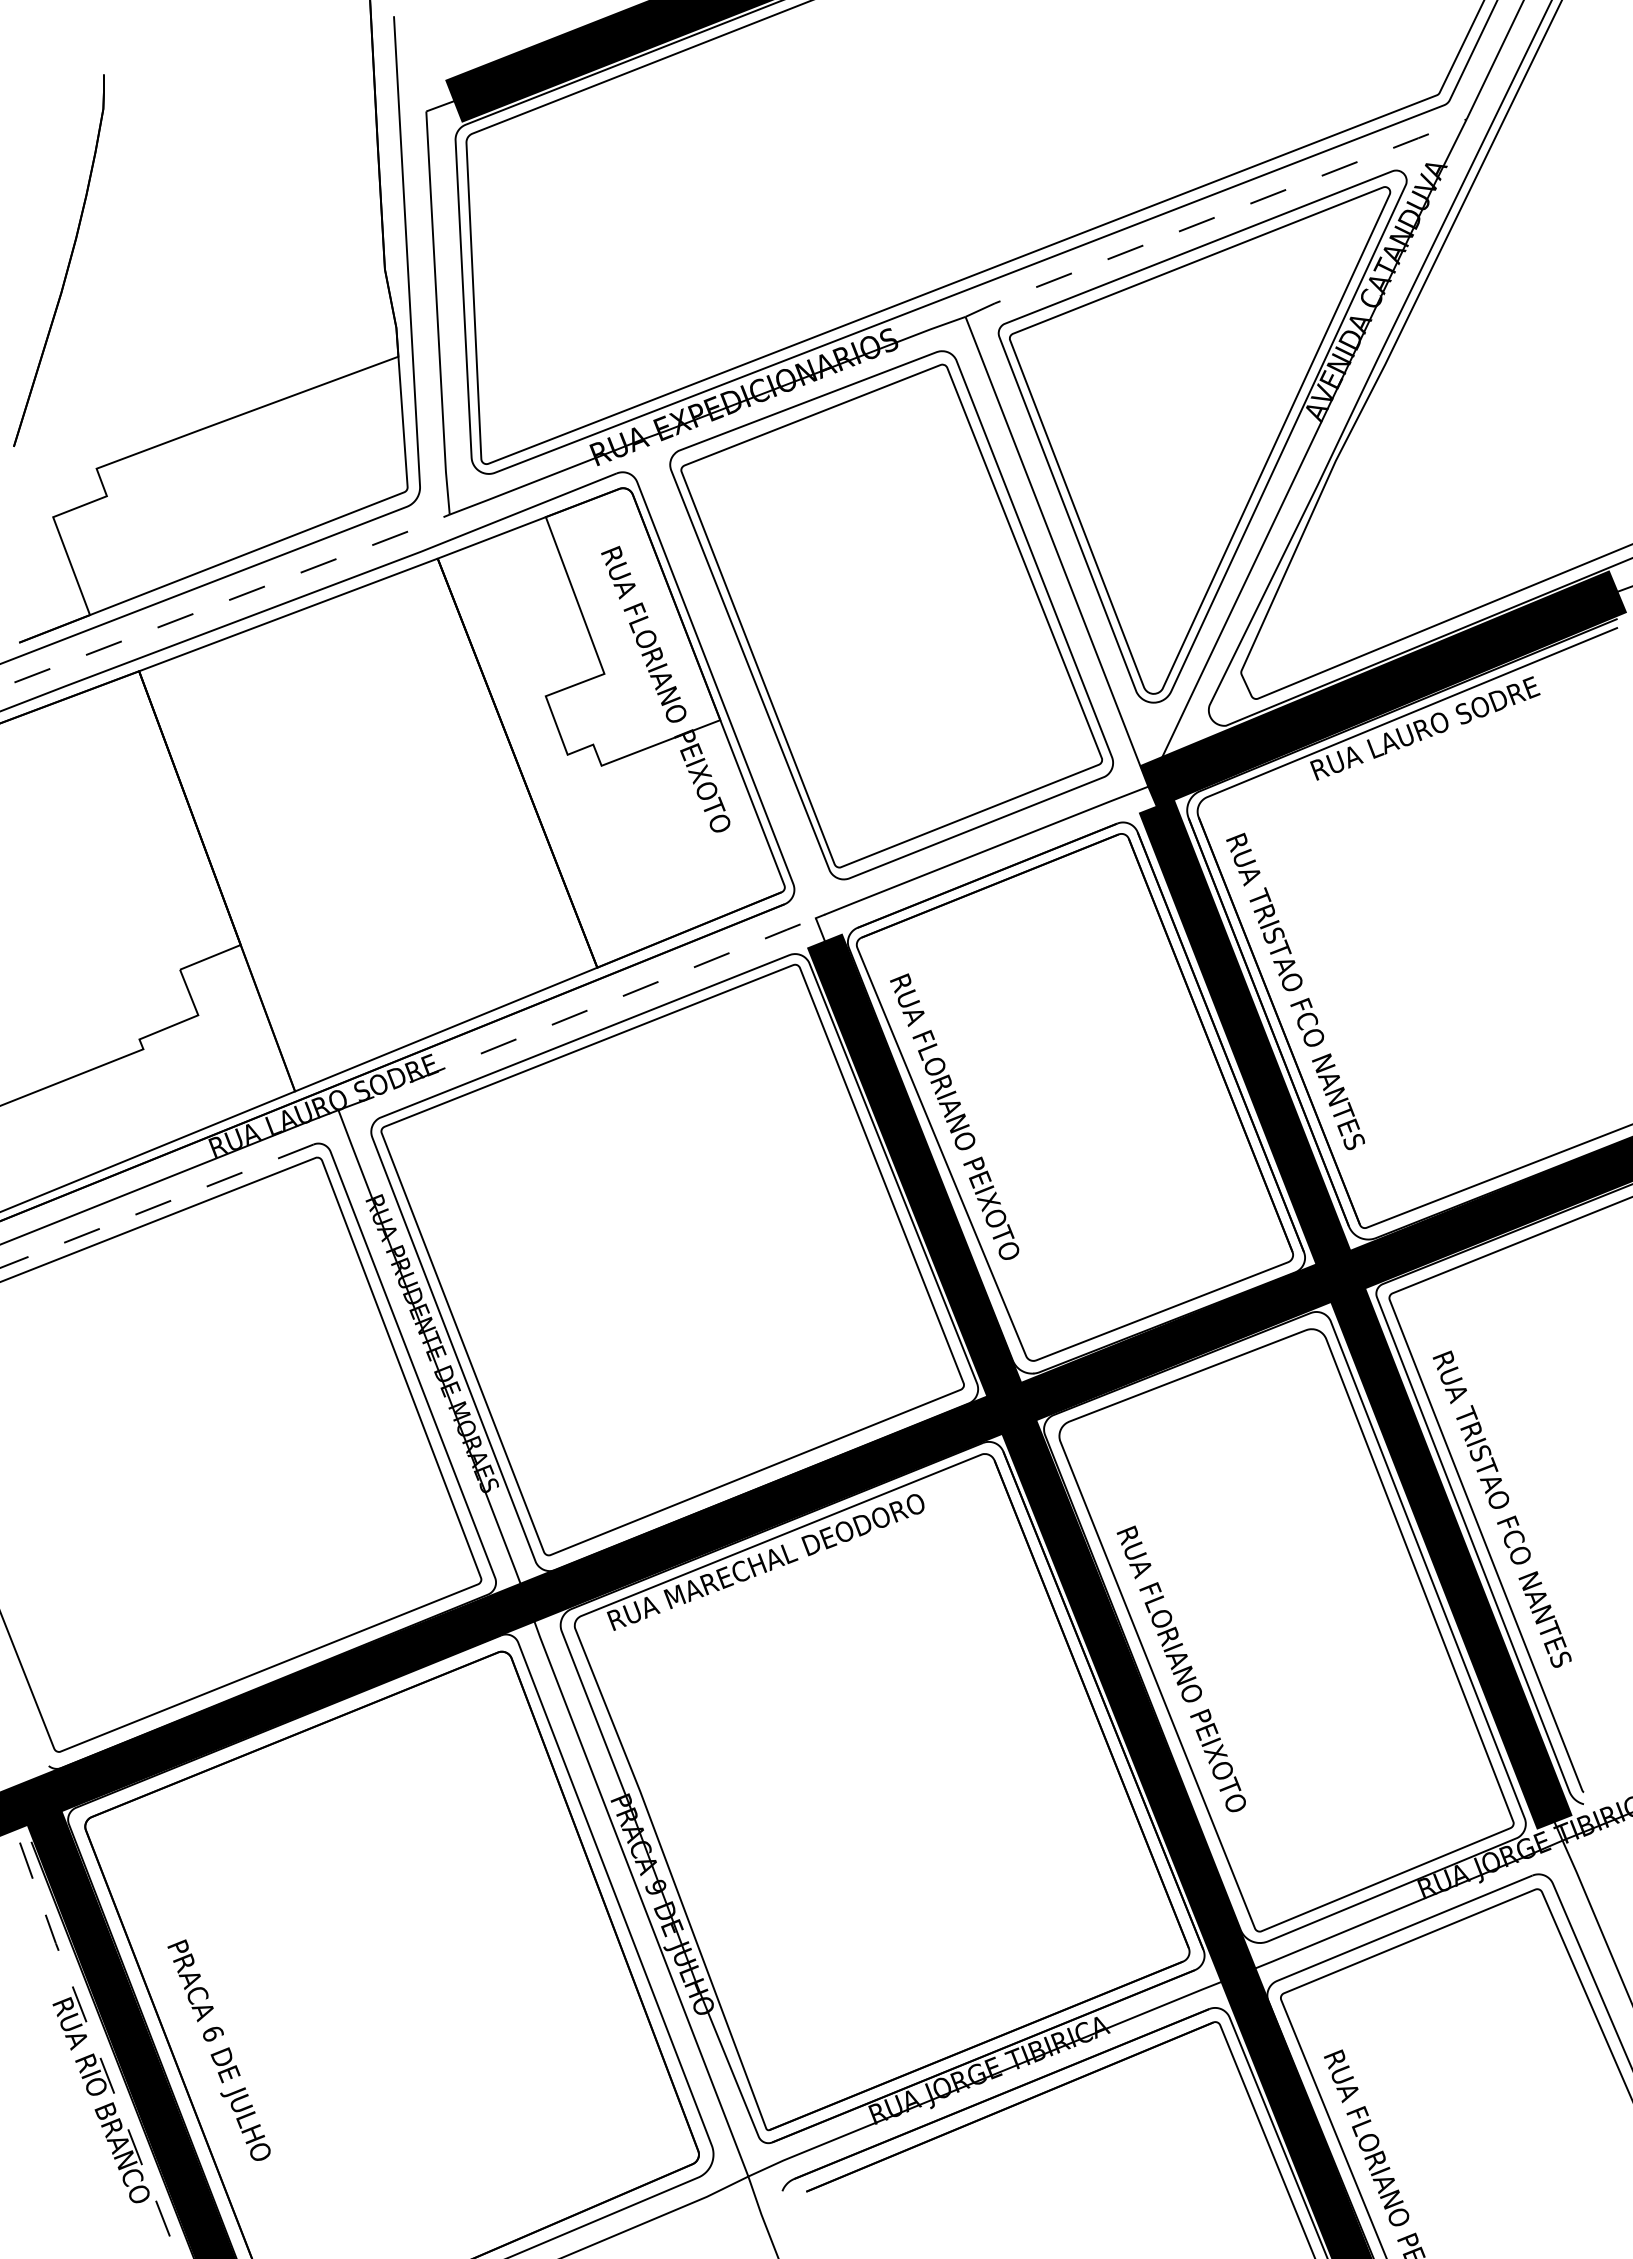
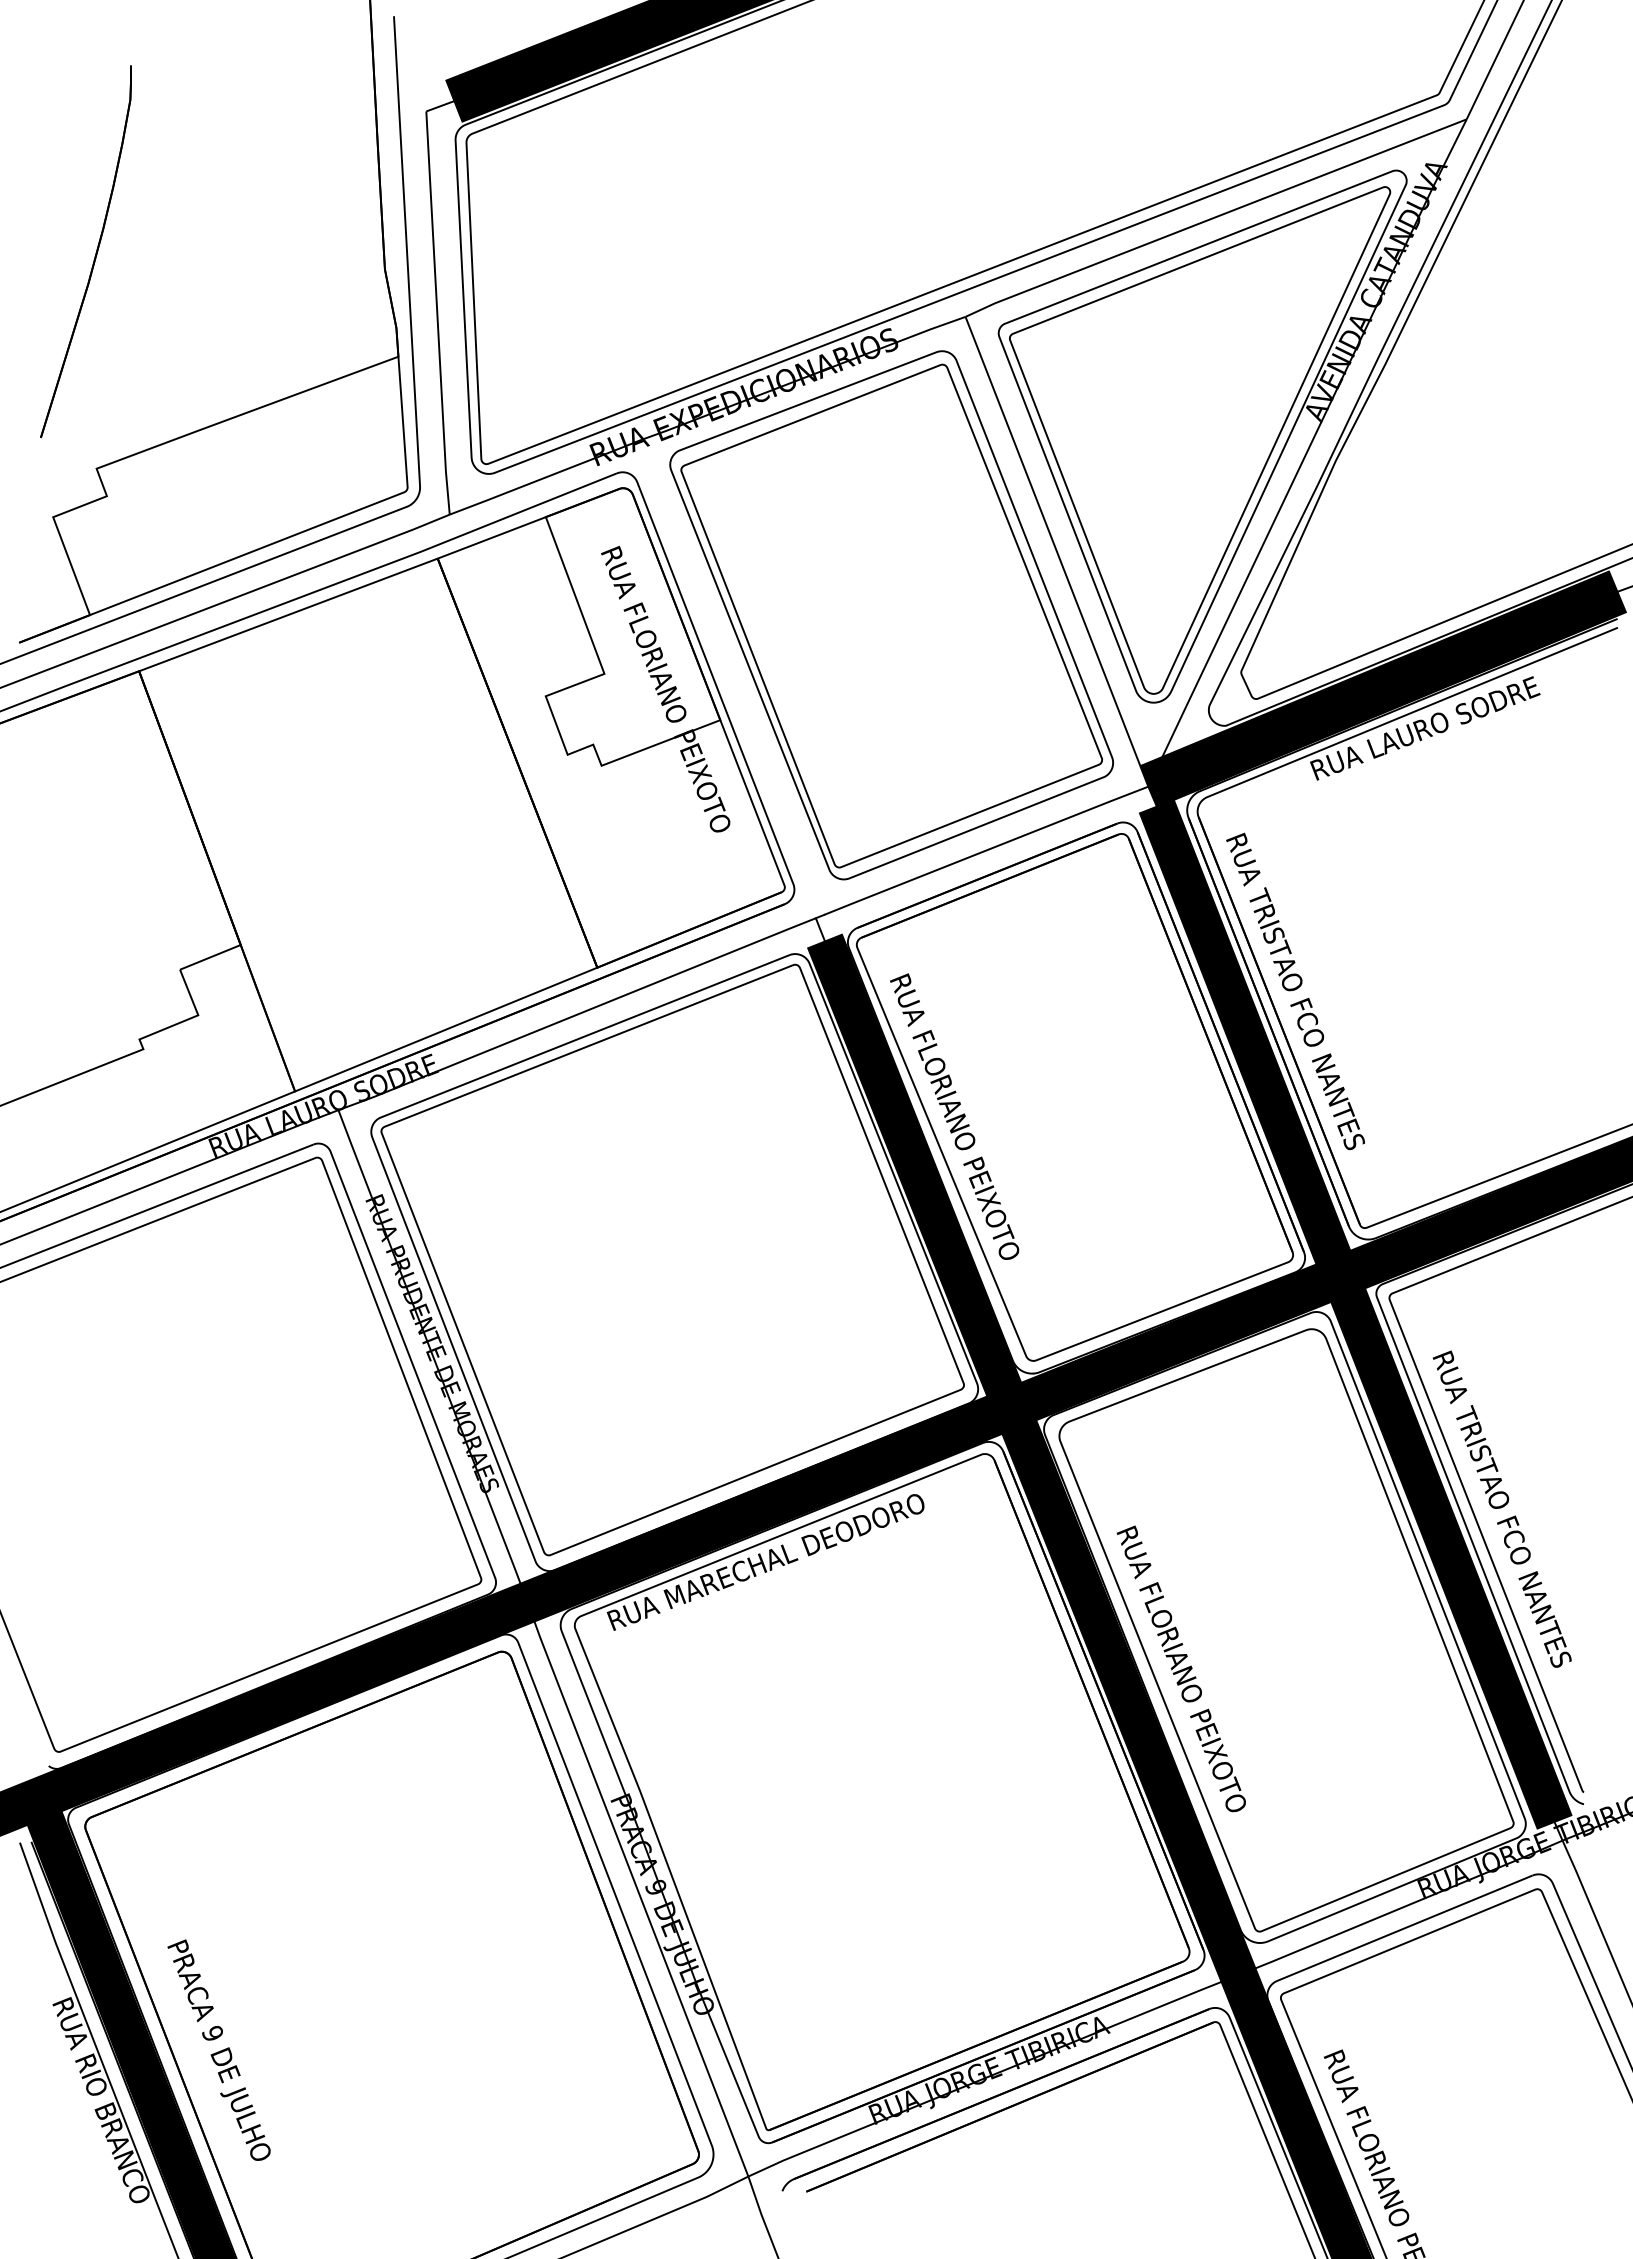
line at (1215, 217): dashed -> solid
part at (68, 261) position: (68, 261) -> (95, 252)
line at (226, 601): dashed -> solid
line at (577, 1014): dashed -> solid
line at (156, 1206): dashed -> solid
text at (212, 2033): 6 -> 9
line at (97, 2050): dashed -> solid
